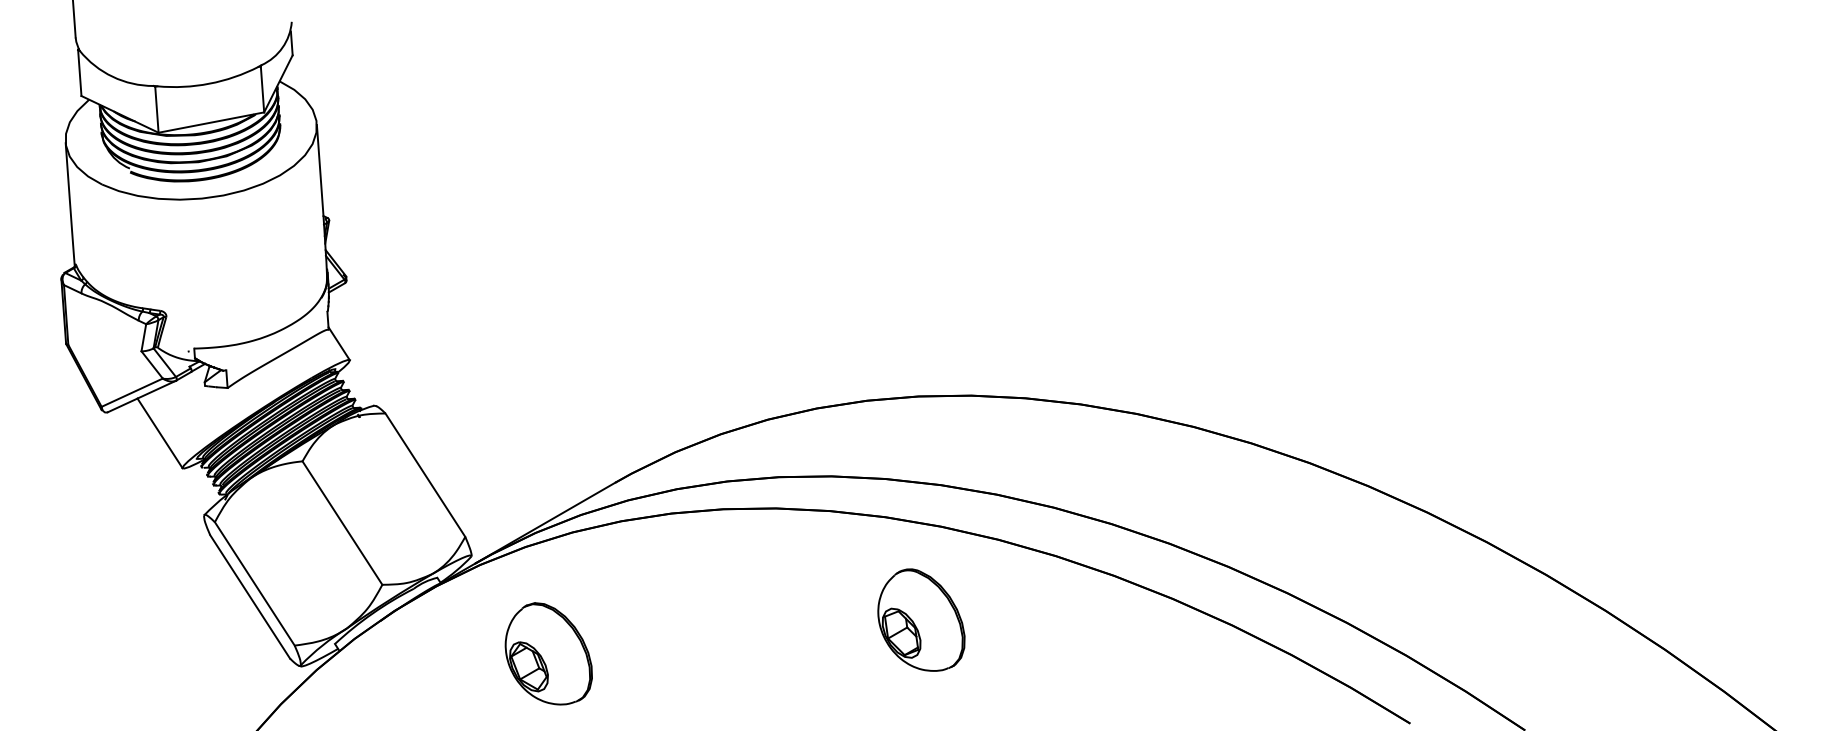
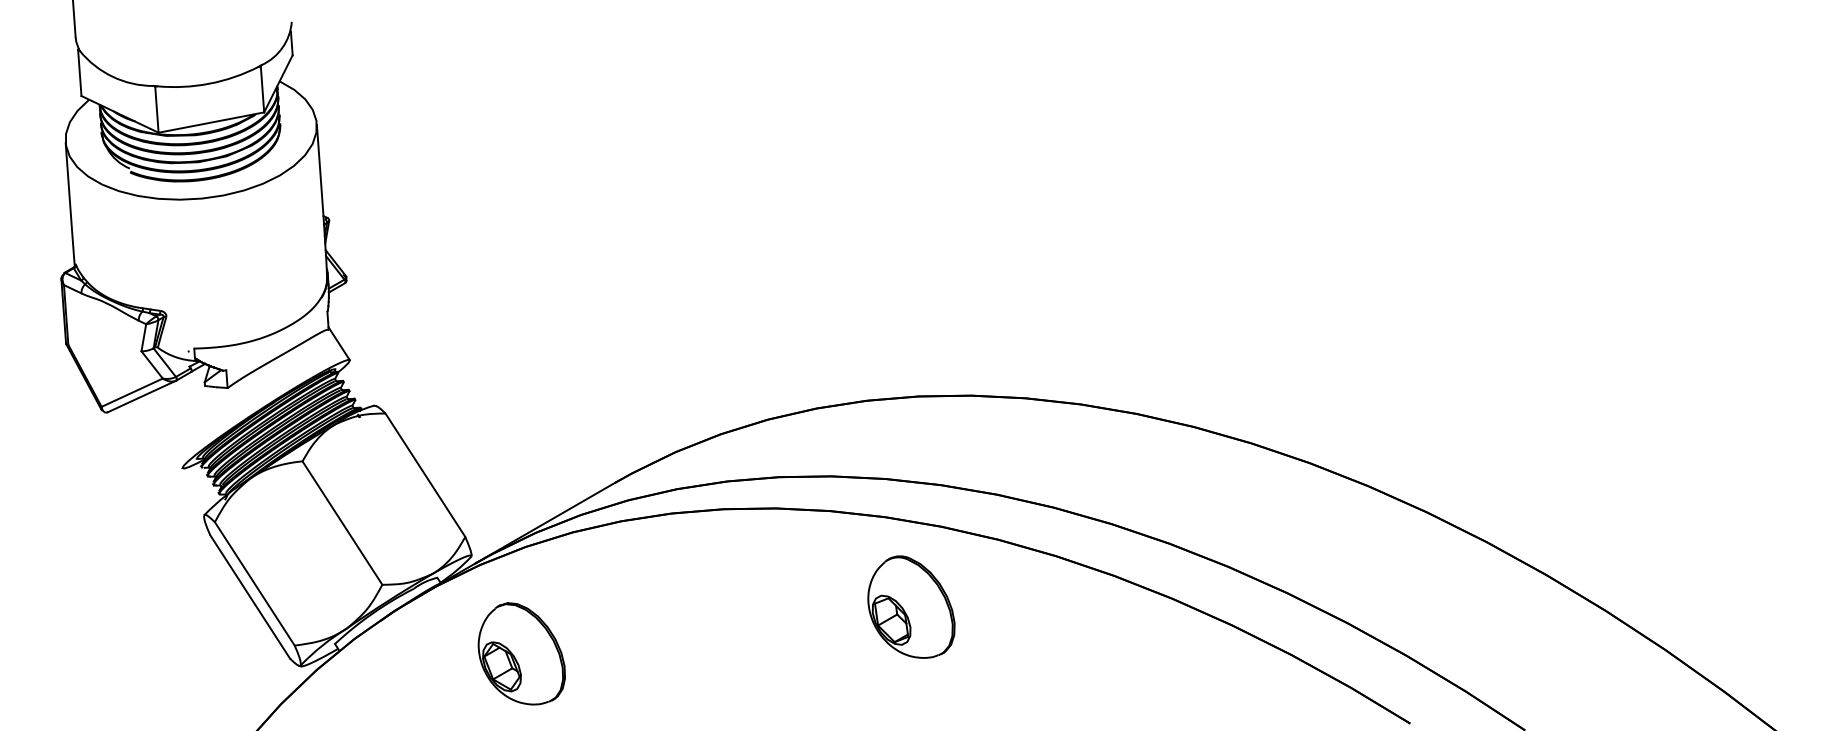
line at (159, 433): present -> none
part at (921, 619) position: (921, 619) -> (911, 606)
part at (548, 653) position: (548, 653) -> (521, 653)
